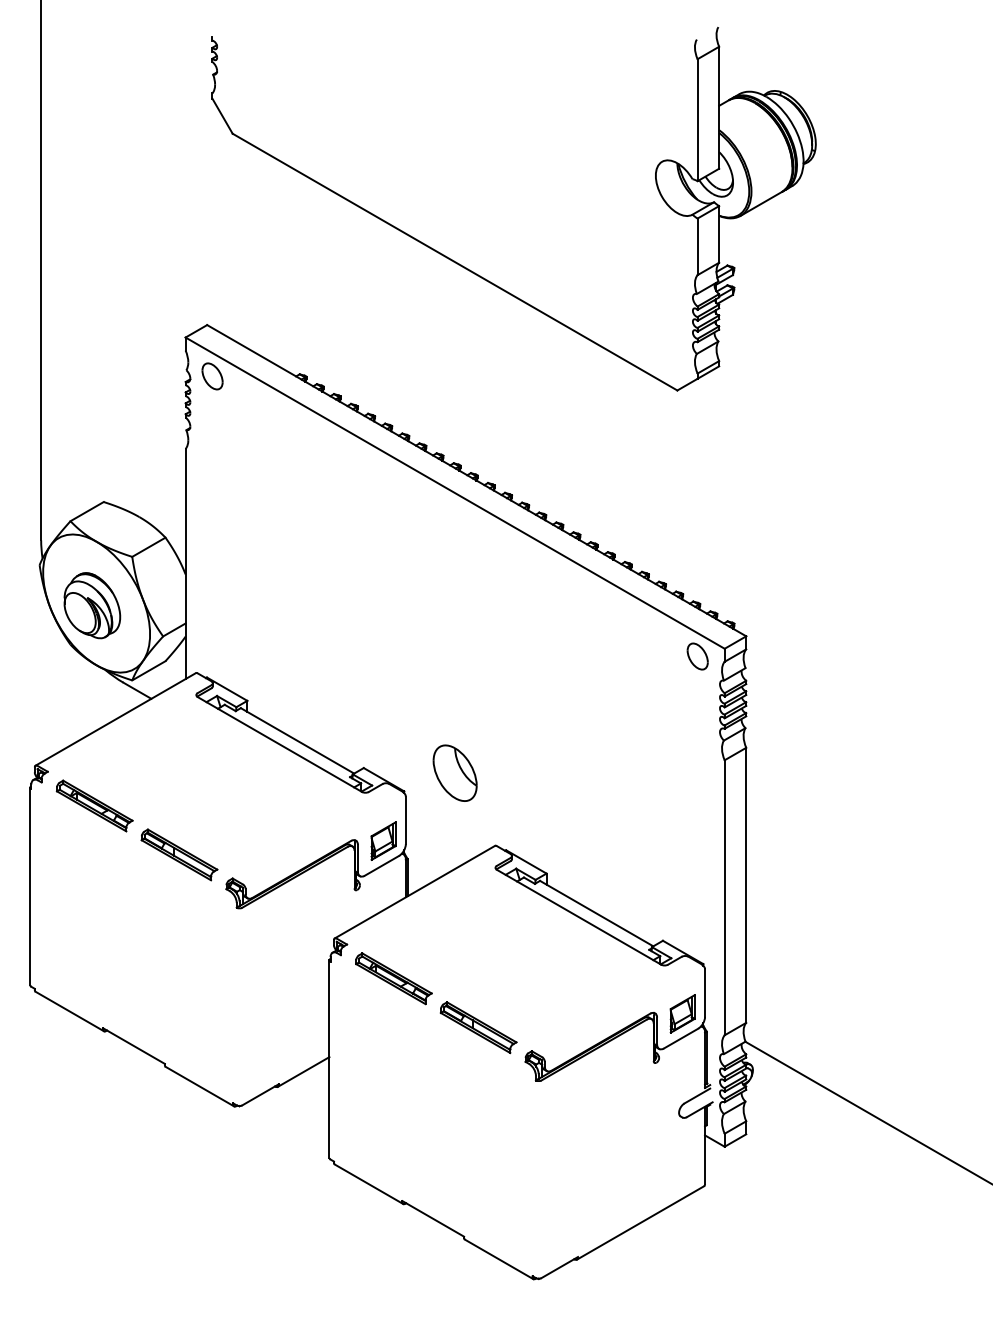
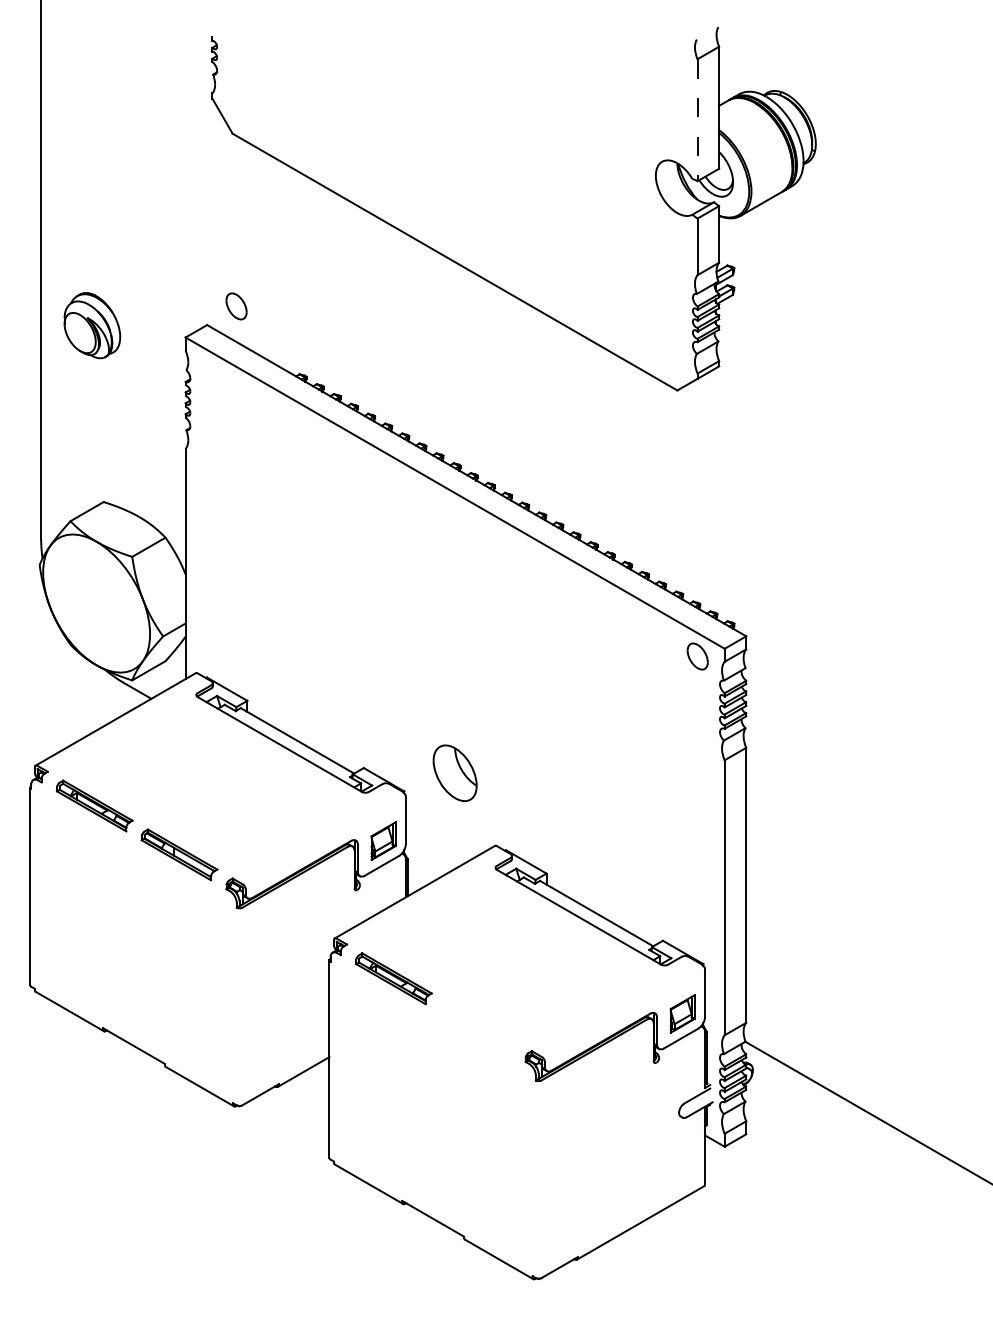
line at (697, 120): solid -> dashed
part at (212, 376) position: (212, 376) -> (236, 306)
part at (92, 605) position: (92, 605) -> (92, 325)
part at (478, 1027): present -> none
